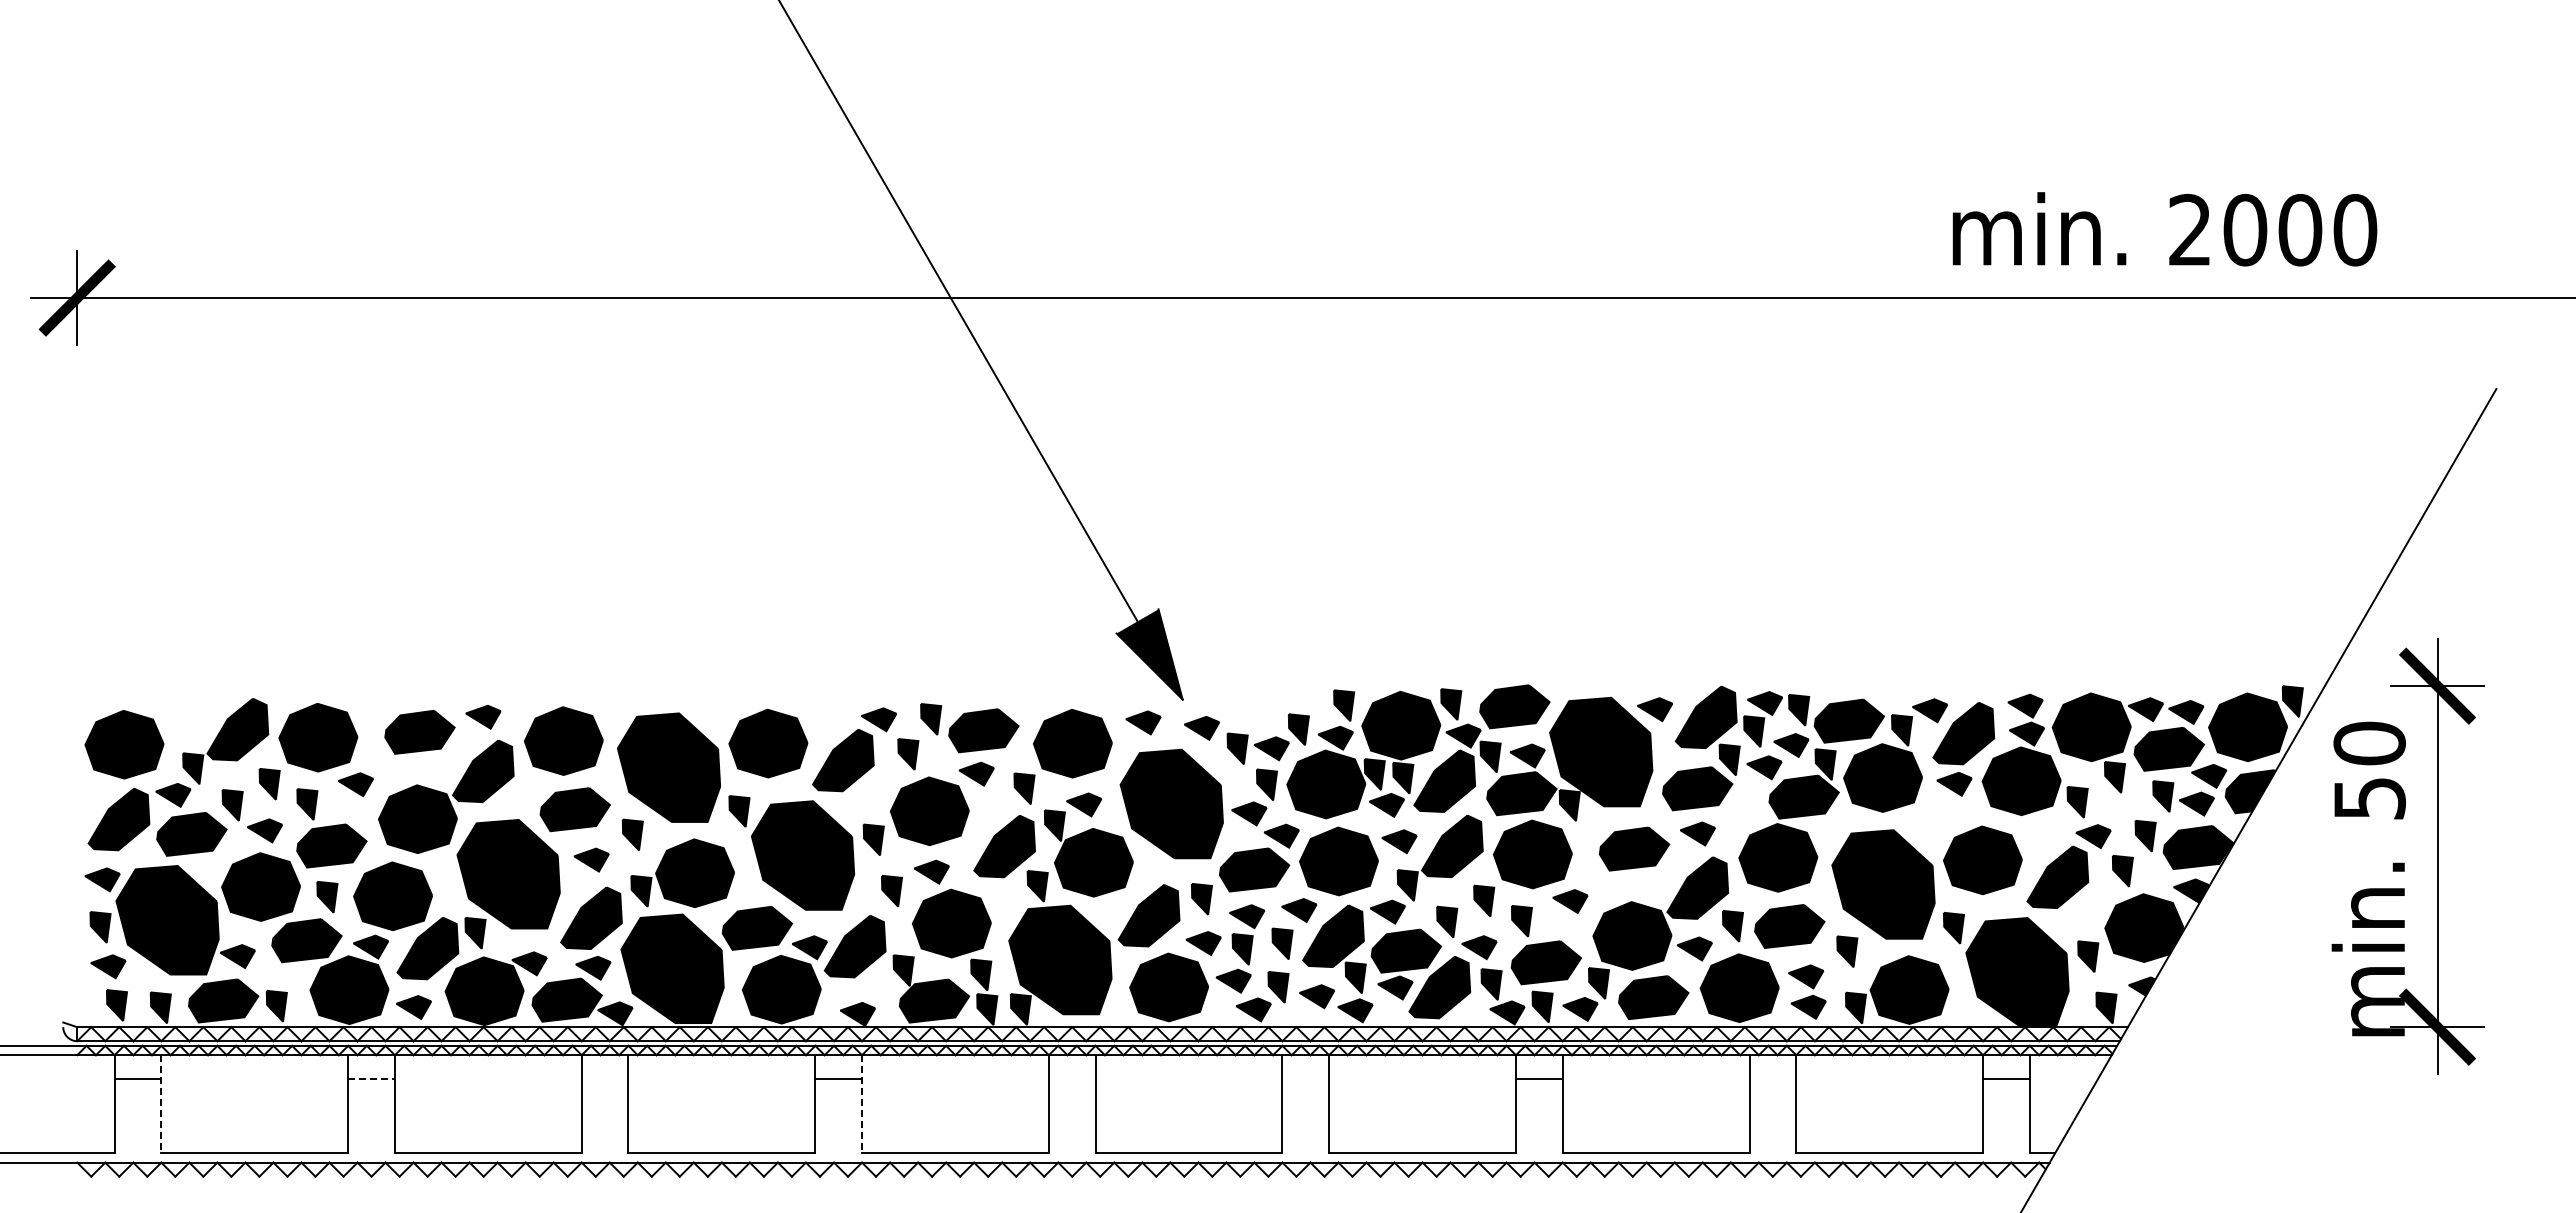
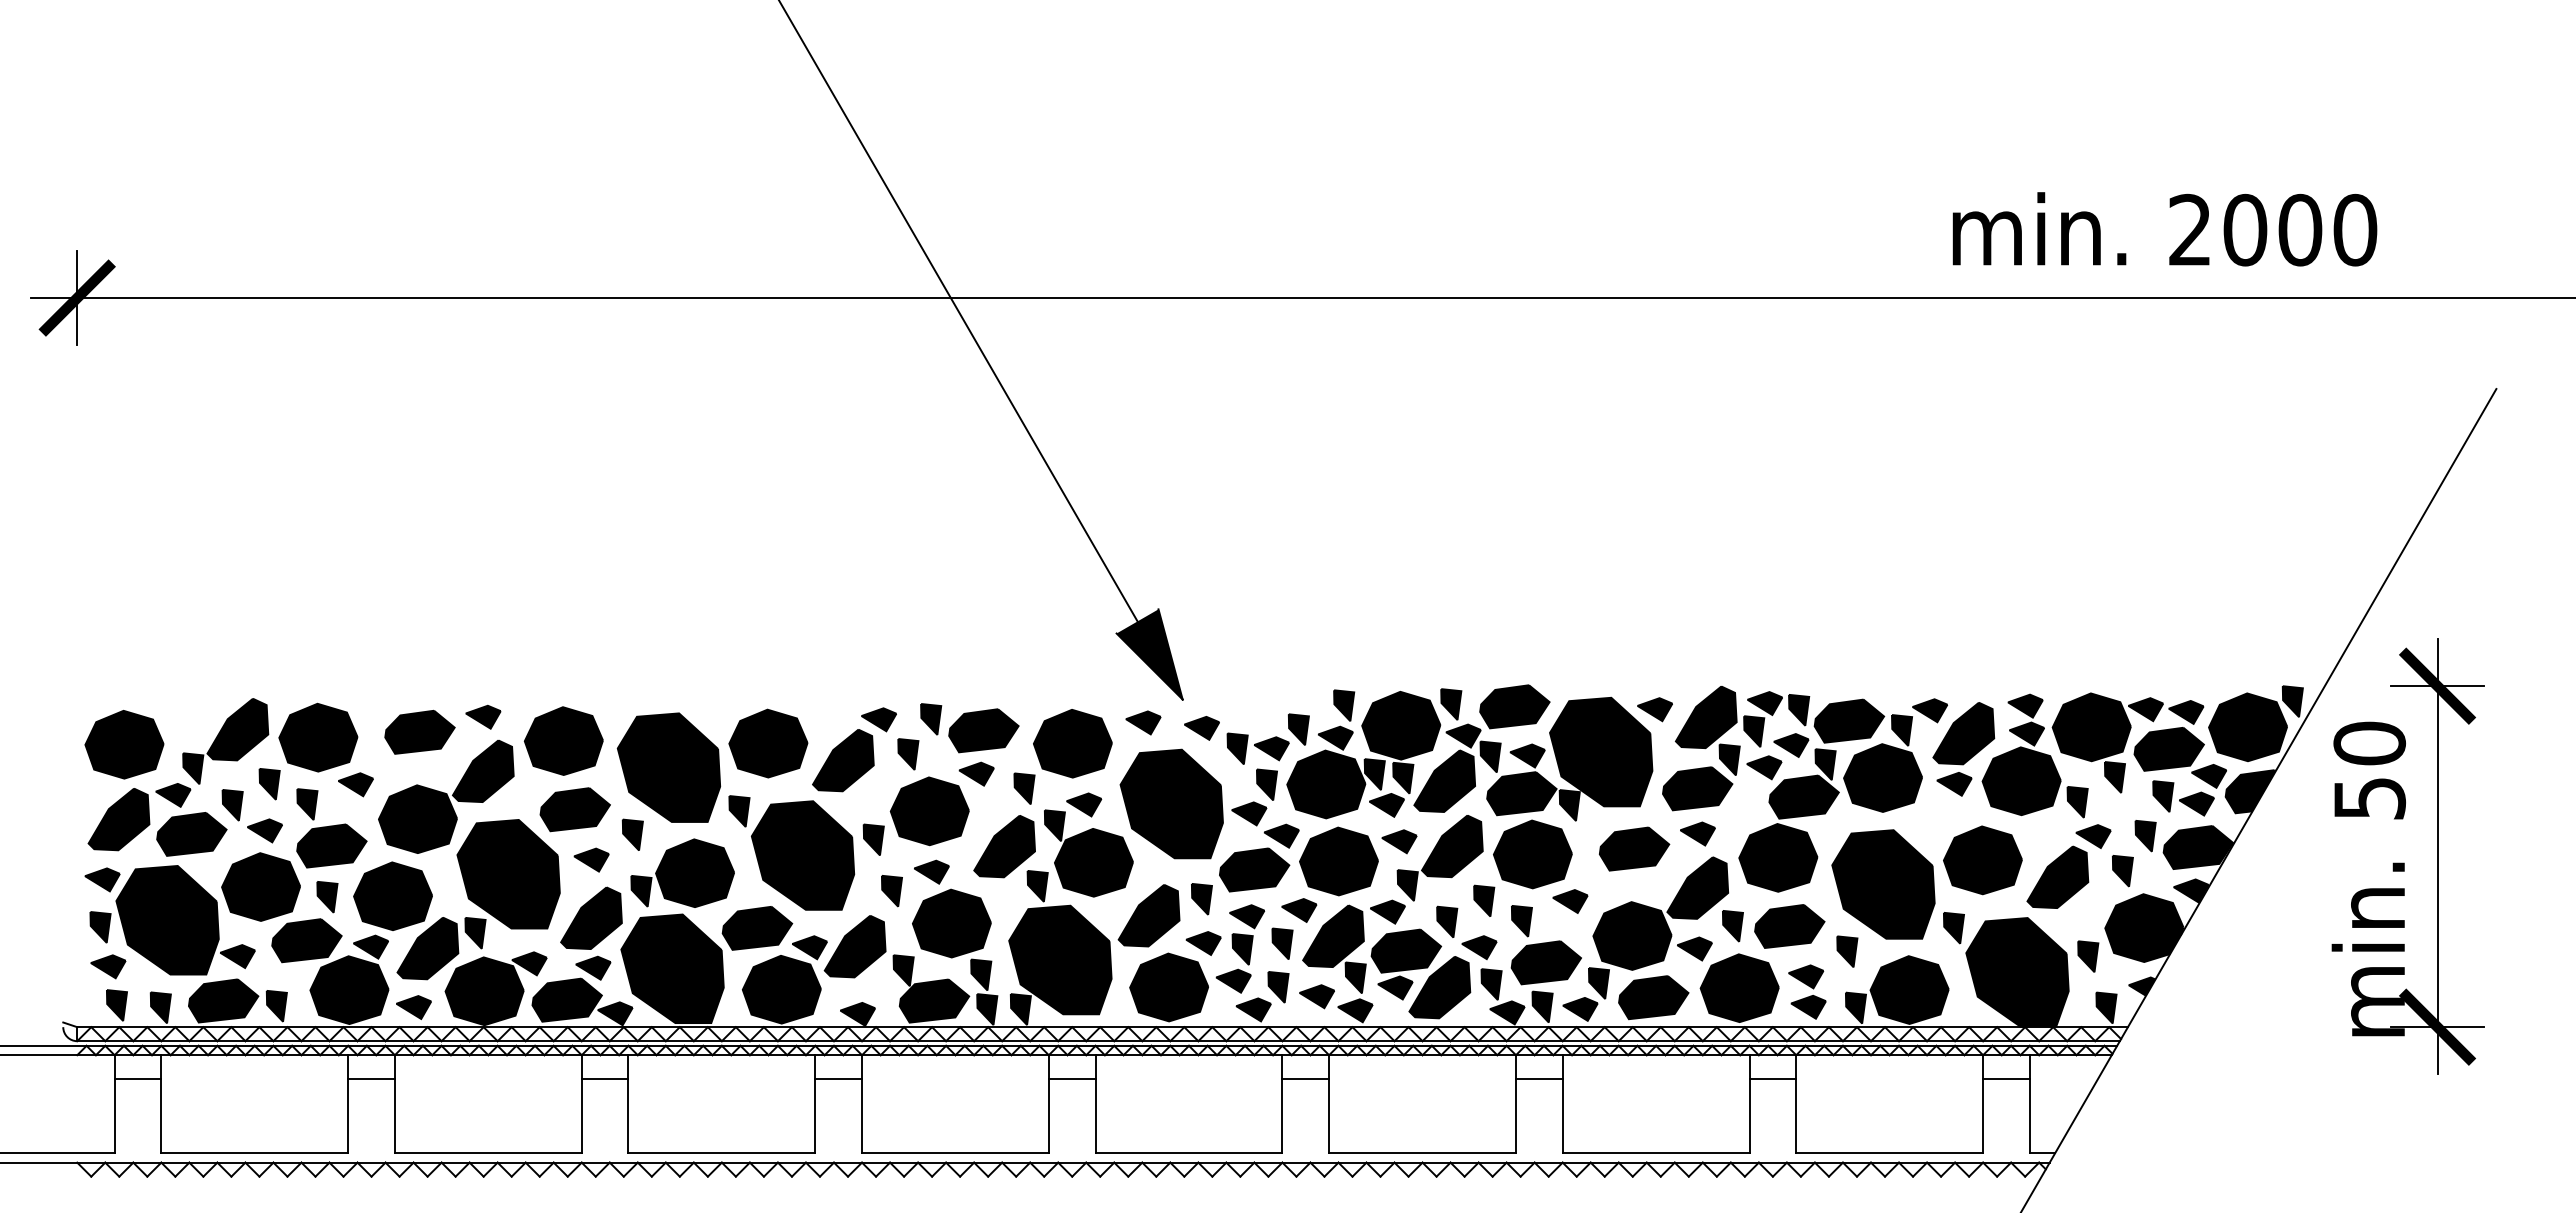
line at (372, 1078): dashed -> solid
line at (604, 1078): none -> present
line at (1071, 1078): none -> present
line at (1305, 1078): none -> present
line at (1772, 1078): none -> present
line at (161, 1104): dashed -> solid
line at (862, 1104): dashed -> solid
